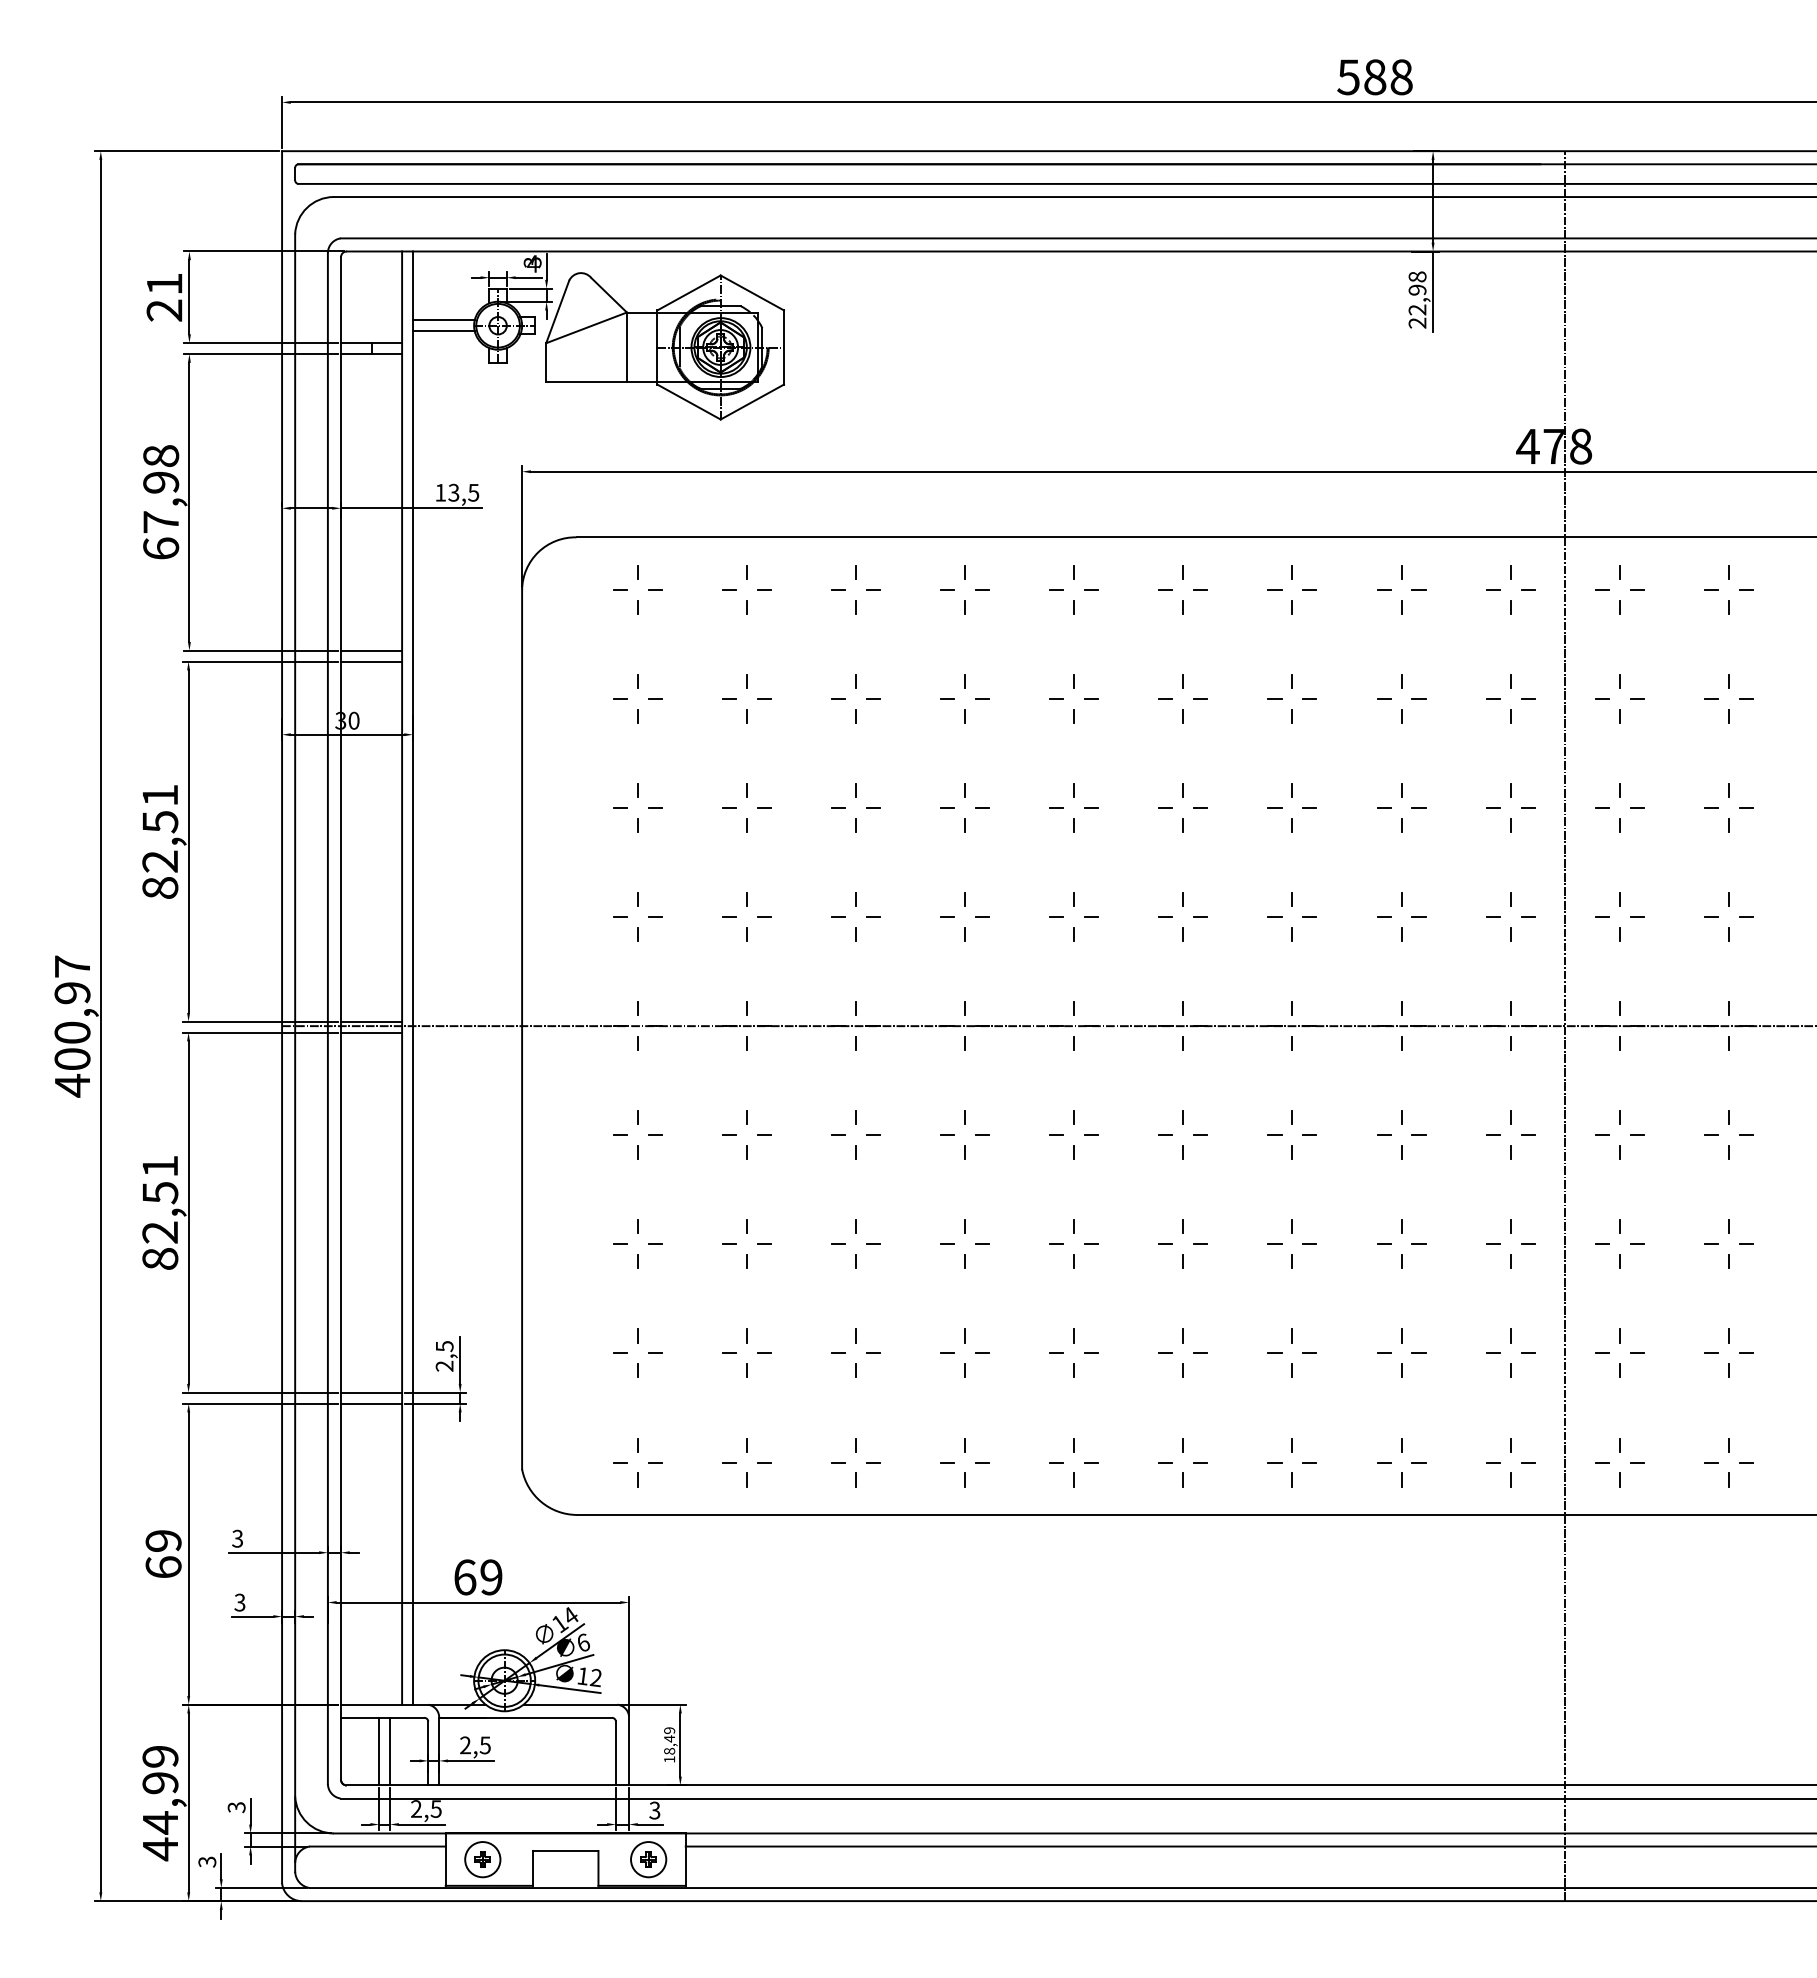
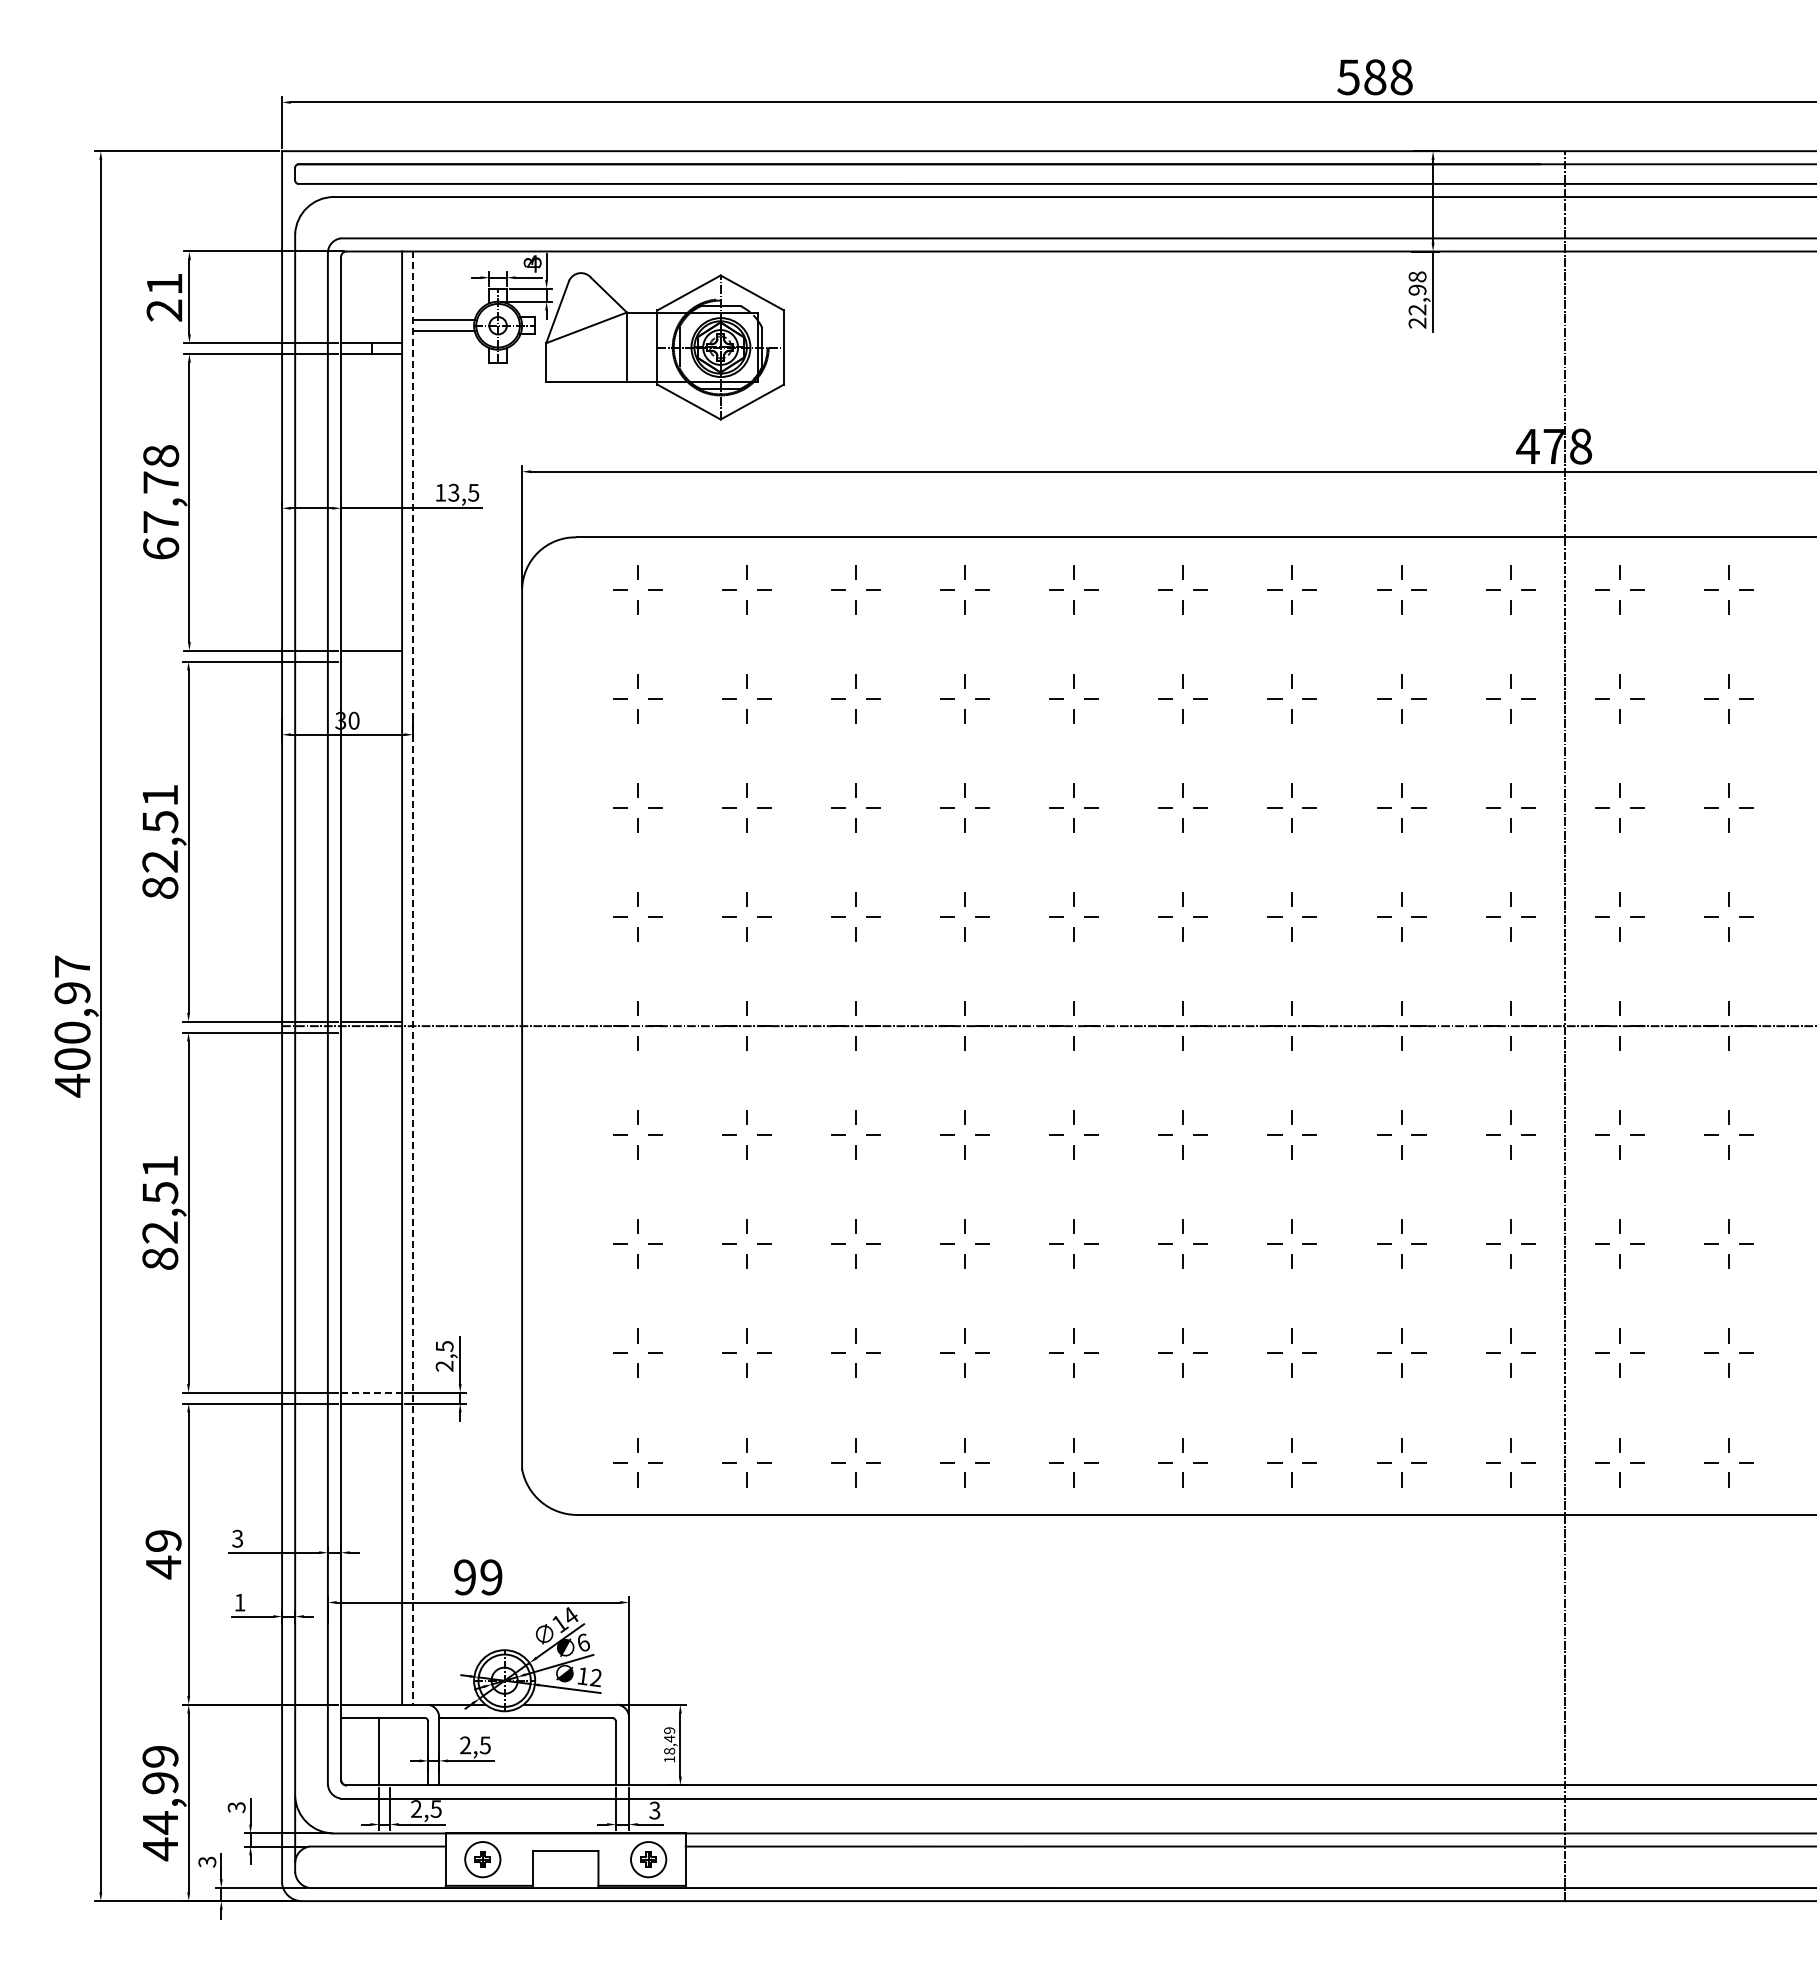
text at (161, 482): 67,98 -> 67,78
line at (371, 661): present -> none
line at (413, 978): solid -> dashed
line at (371, 1032): present -> none
line at (371, 1392): solid -> dashed
text at (163, 1567): 69 -> 49
text at (465, 1577): 69 -> 99
text at (239, 1602): 3 -> 1
line at (390, 1751): present -> none
